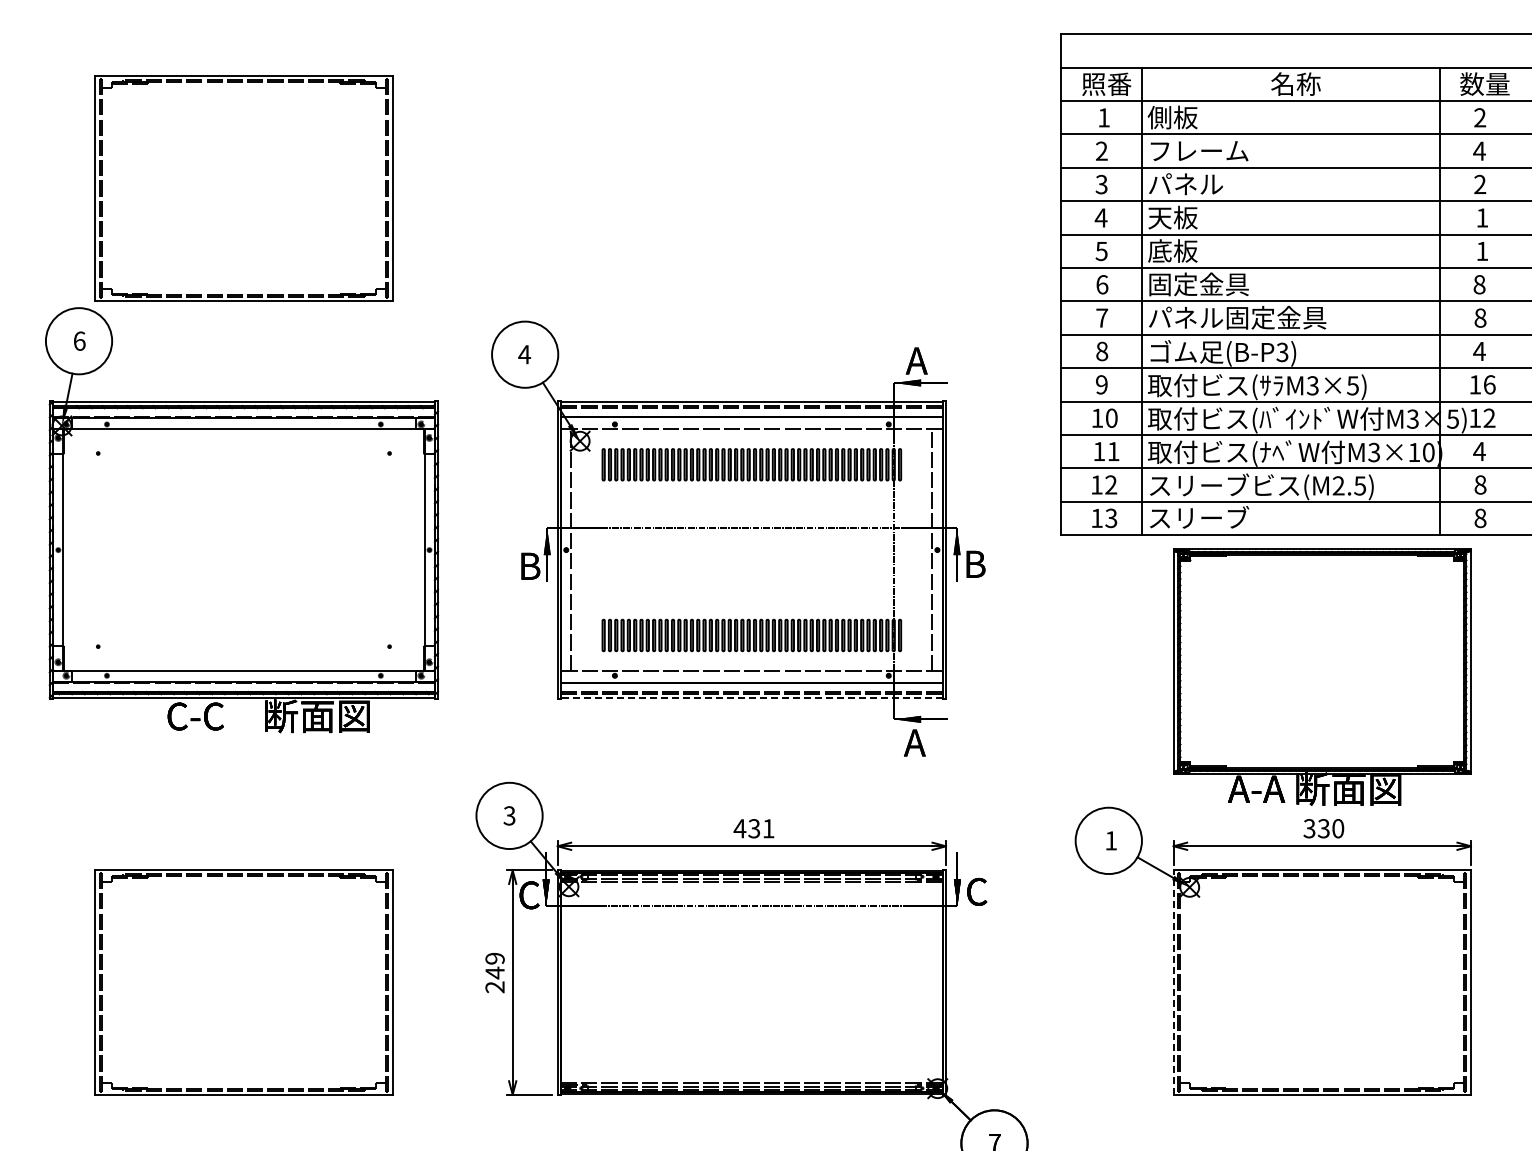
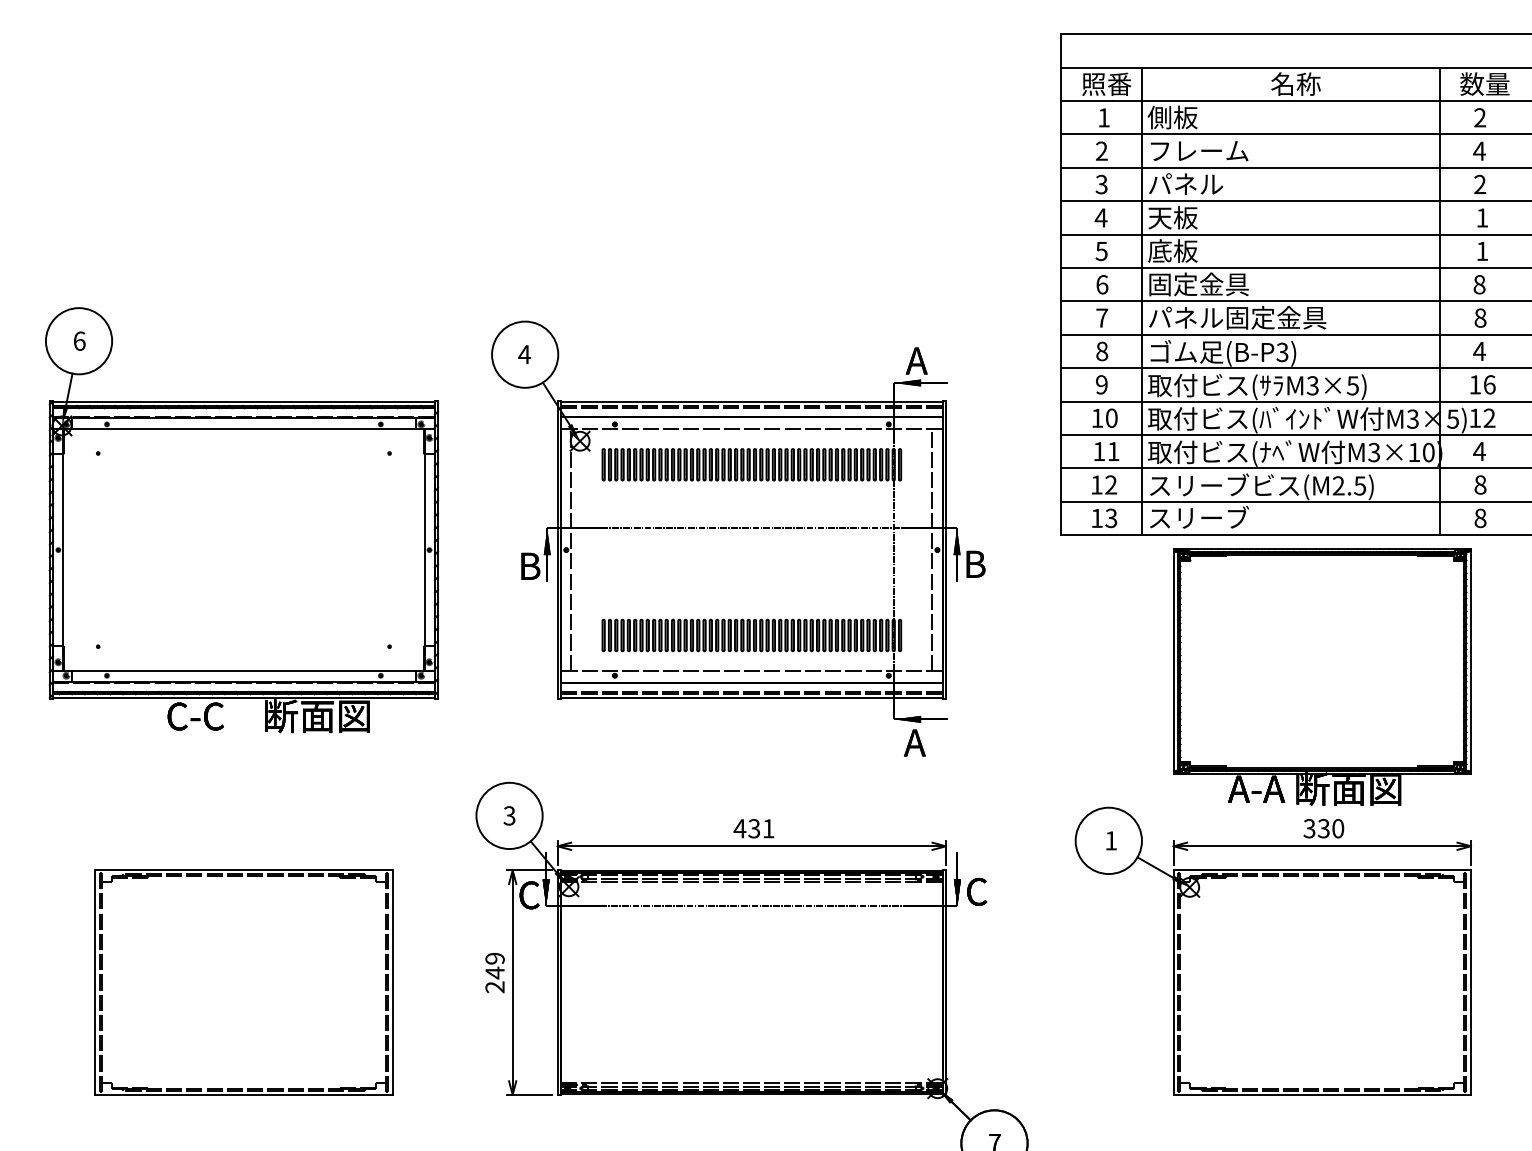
part at (243, 188): present -> none
line at (751, 698): dashed -> solid
line at (1173, 982): dashed -> solid
